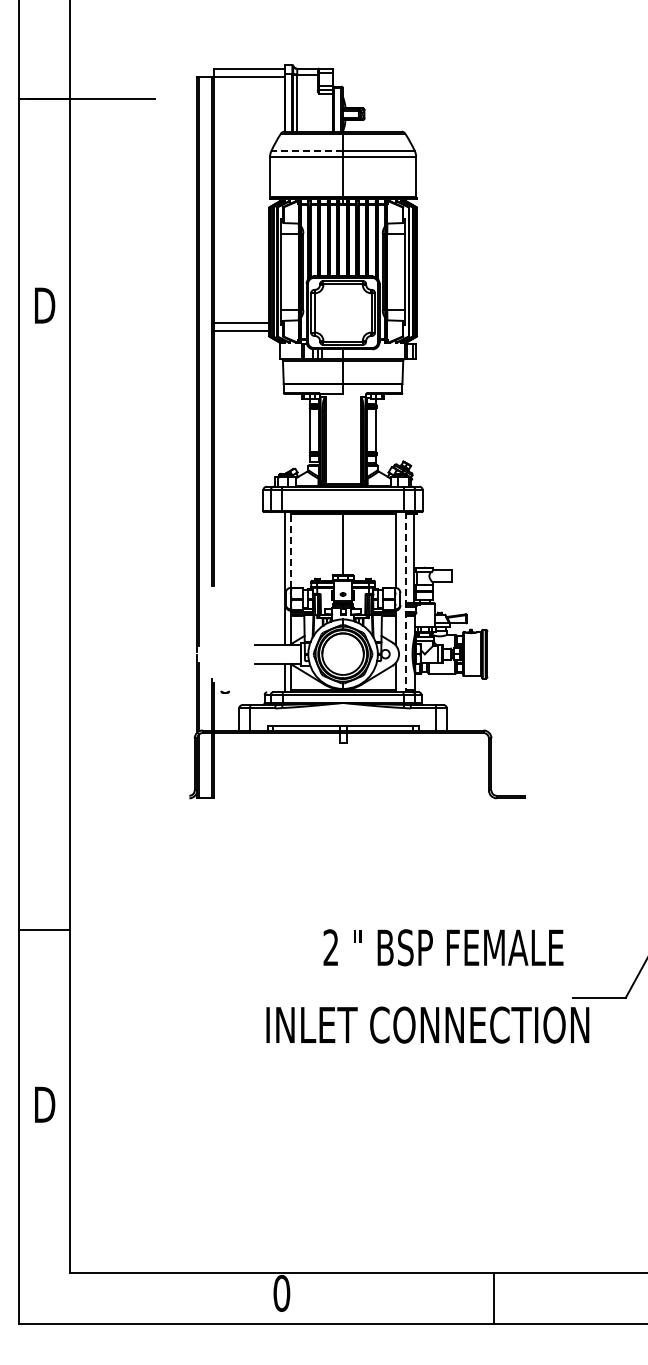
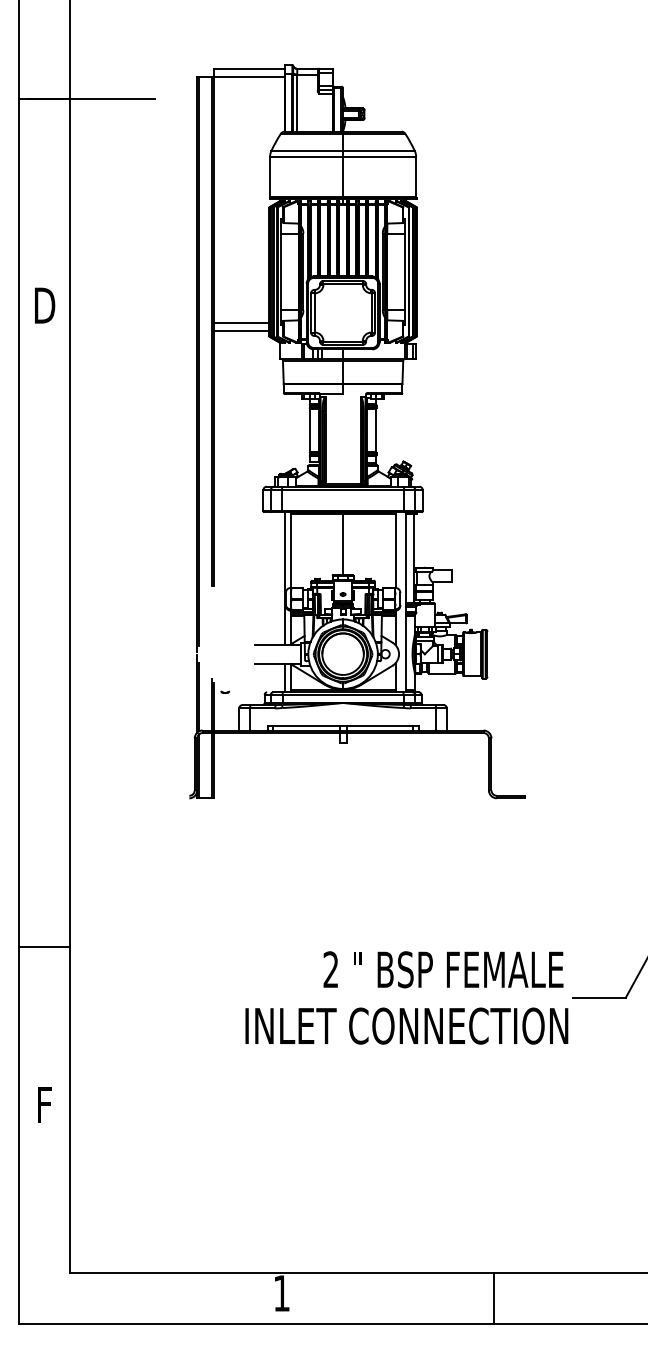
line at (307, 151): dashed -> solid
line at (290, 550): dashed -> solid
line at (406, 602): dashed -> solid
line at (44, 929) position: (44, 929) -> (44, 946)
text at (443, 947) position: (443, 947) -> (443, 969)
text at (427, 1024) position: (427, 1024) -> (406, 1025)
text at (45, 1104): D -> F
text at (281, 1292): 0 -> 1
